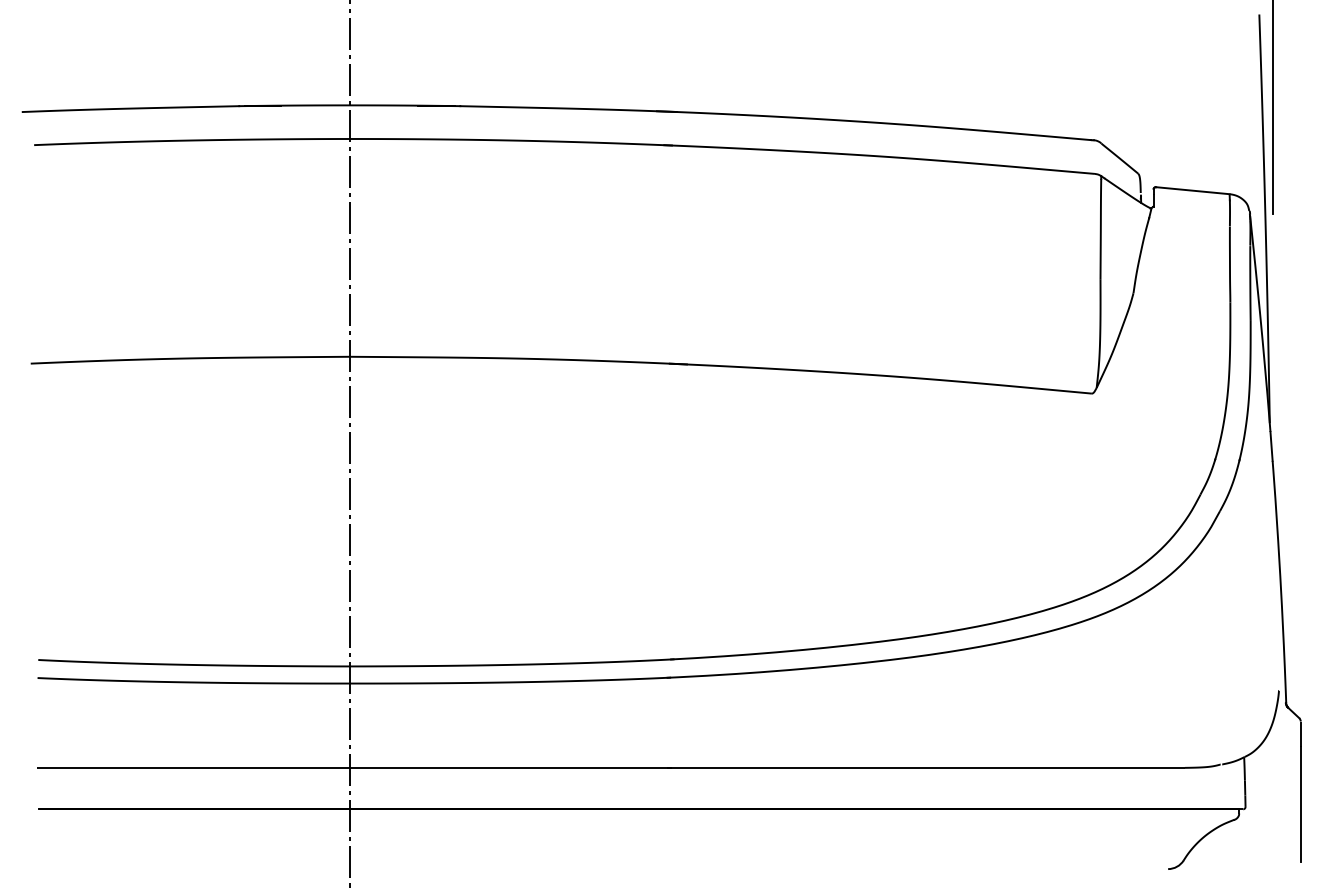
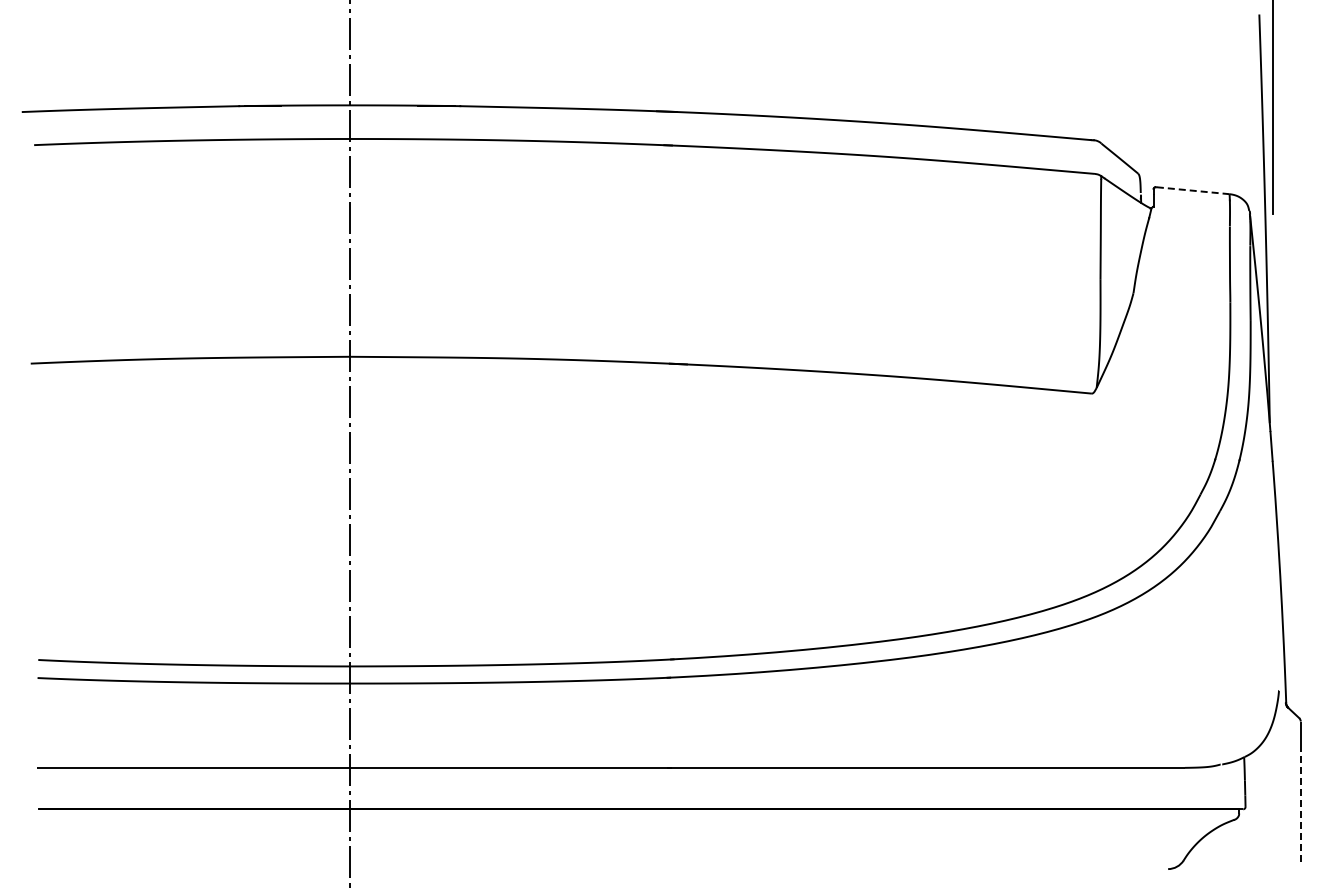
line at (1192, 190): solid -> dashed
line at (1300, 804): solid -> dashed
